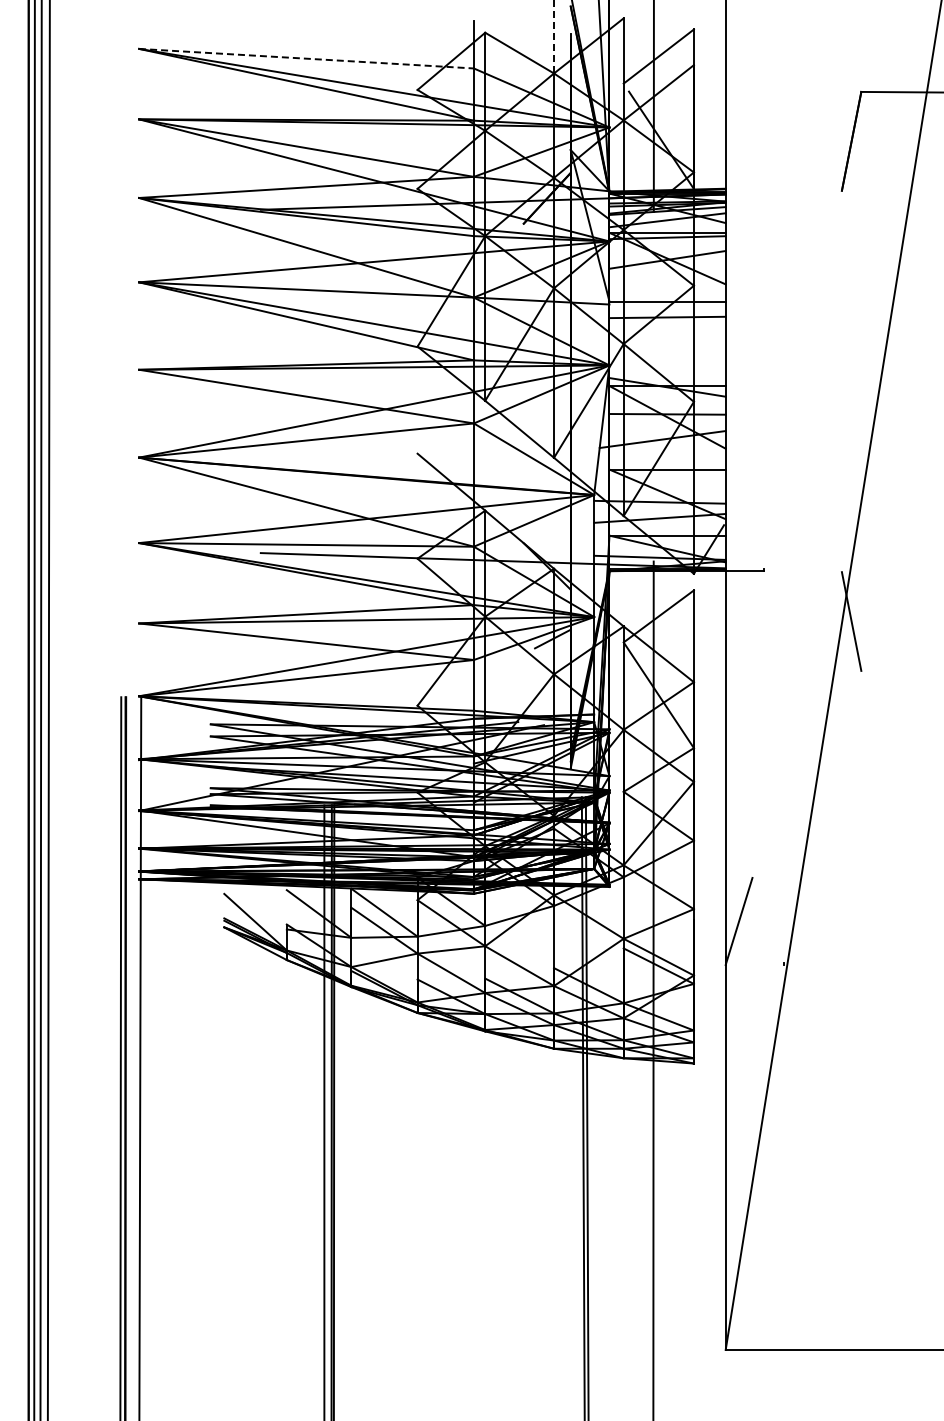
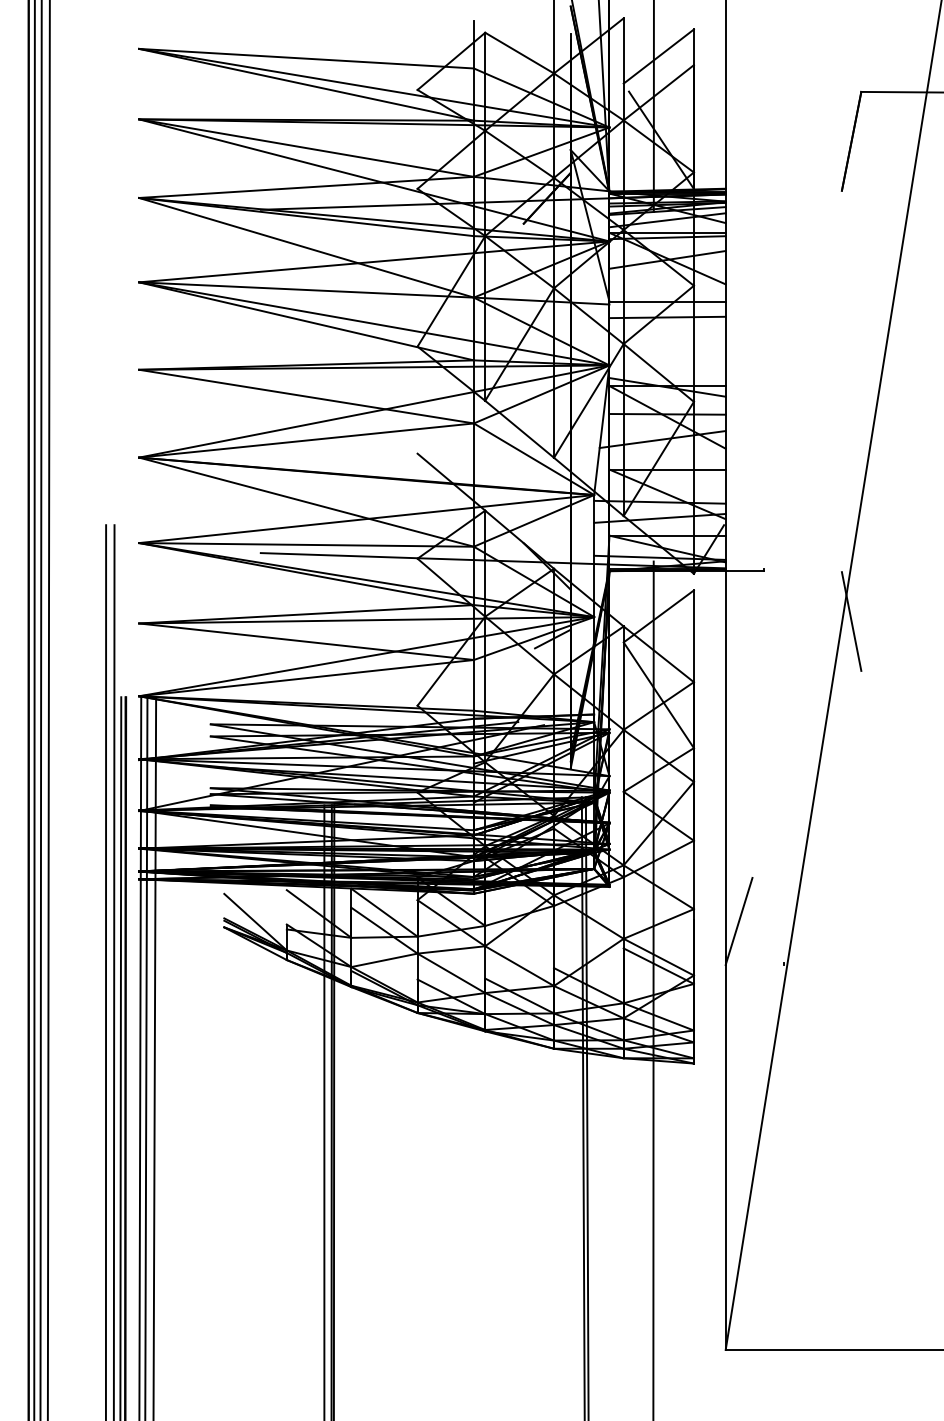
line at (554, 37): dashed -> solid
line at (306, 58): dashed -> solid
line at (105, 971): none -> present
line at (113, 971): none -> present
line at (146, 1057): none -> present
line at (154, 1057): none -> present
